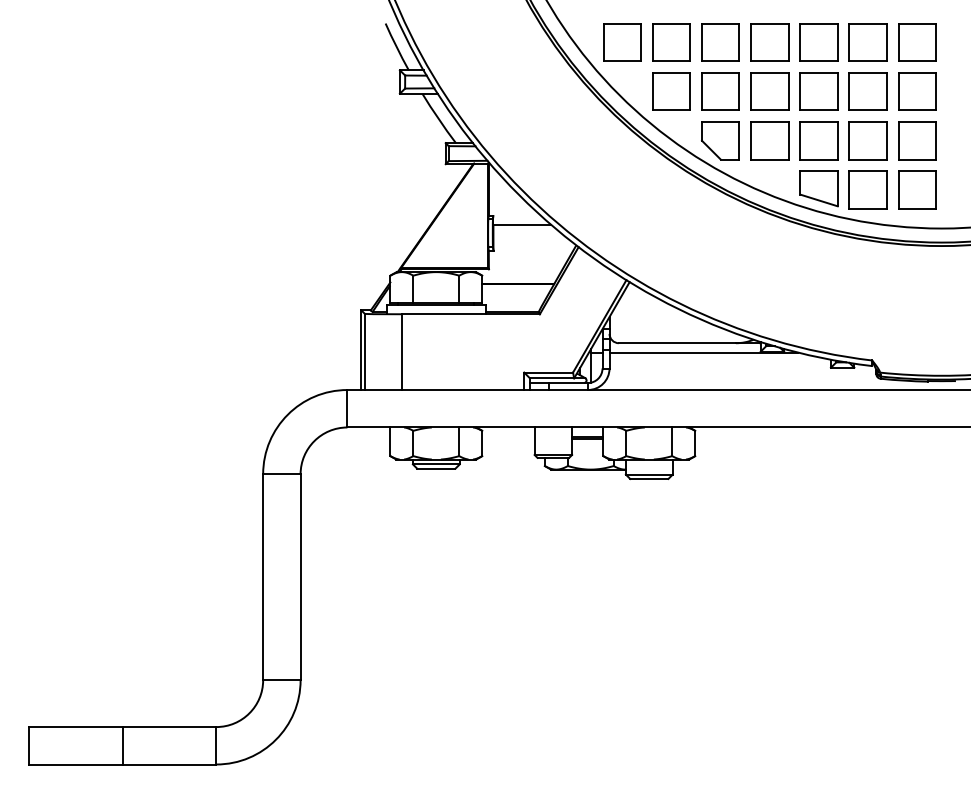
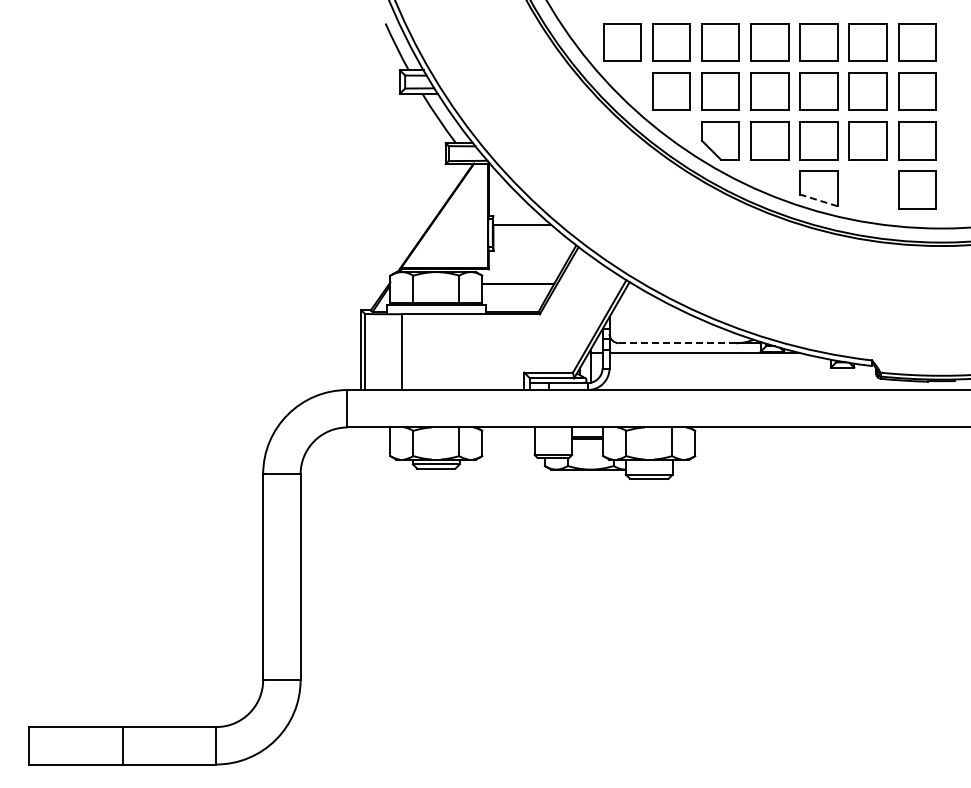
part at (867, 189): present -> none
line at (819, 200): solid -> dashed
line at (677, 343): solid -> dashed
